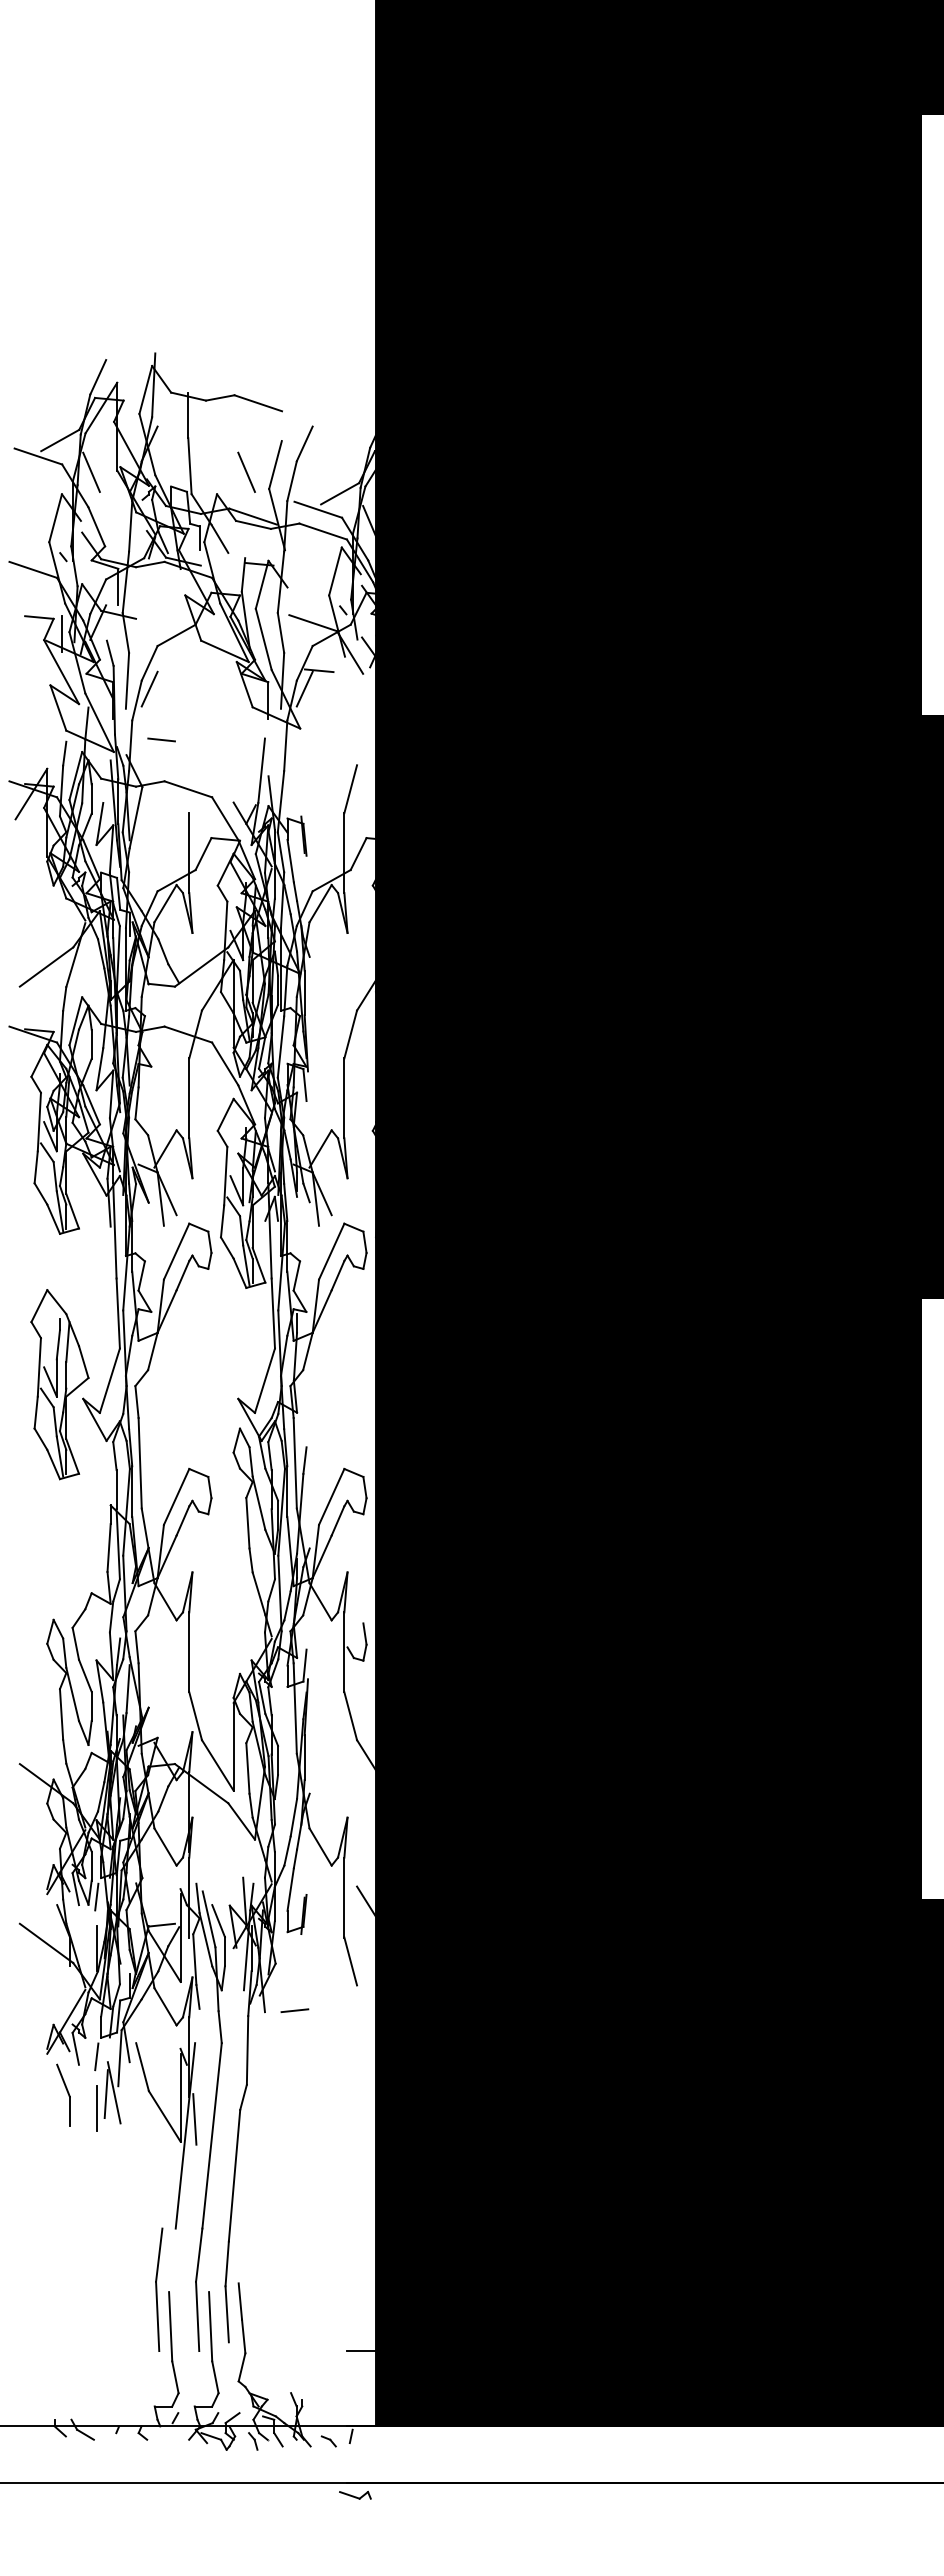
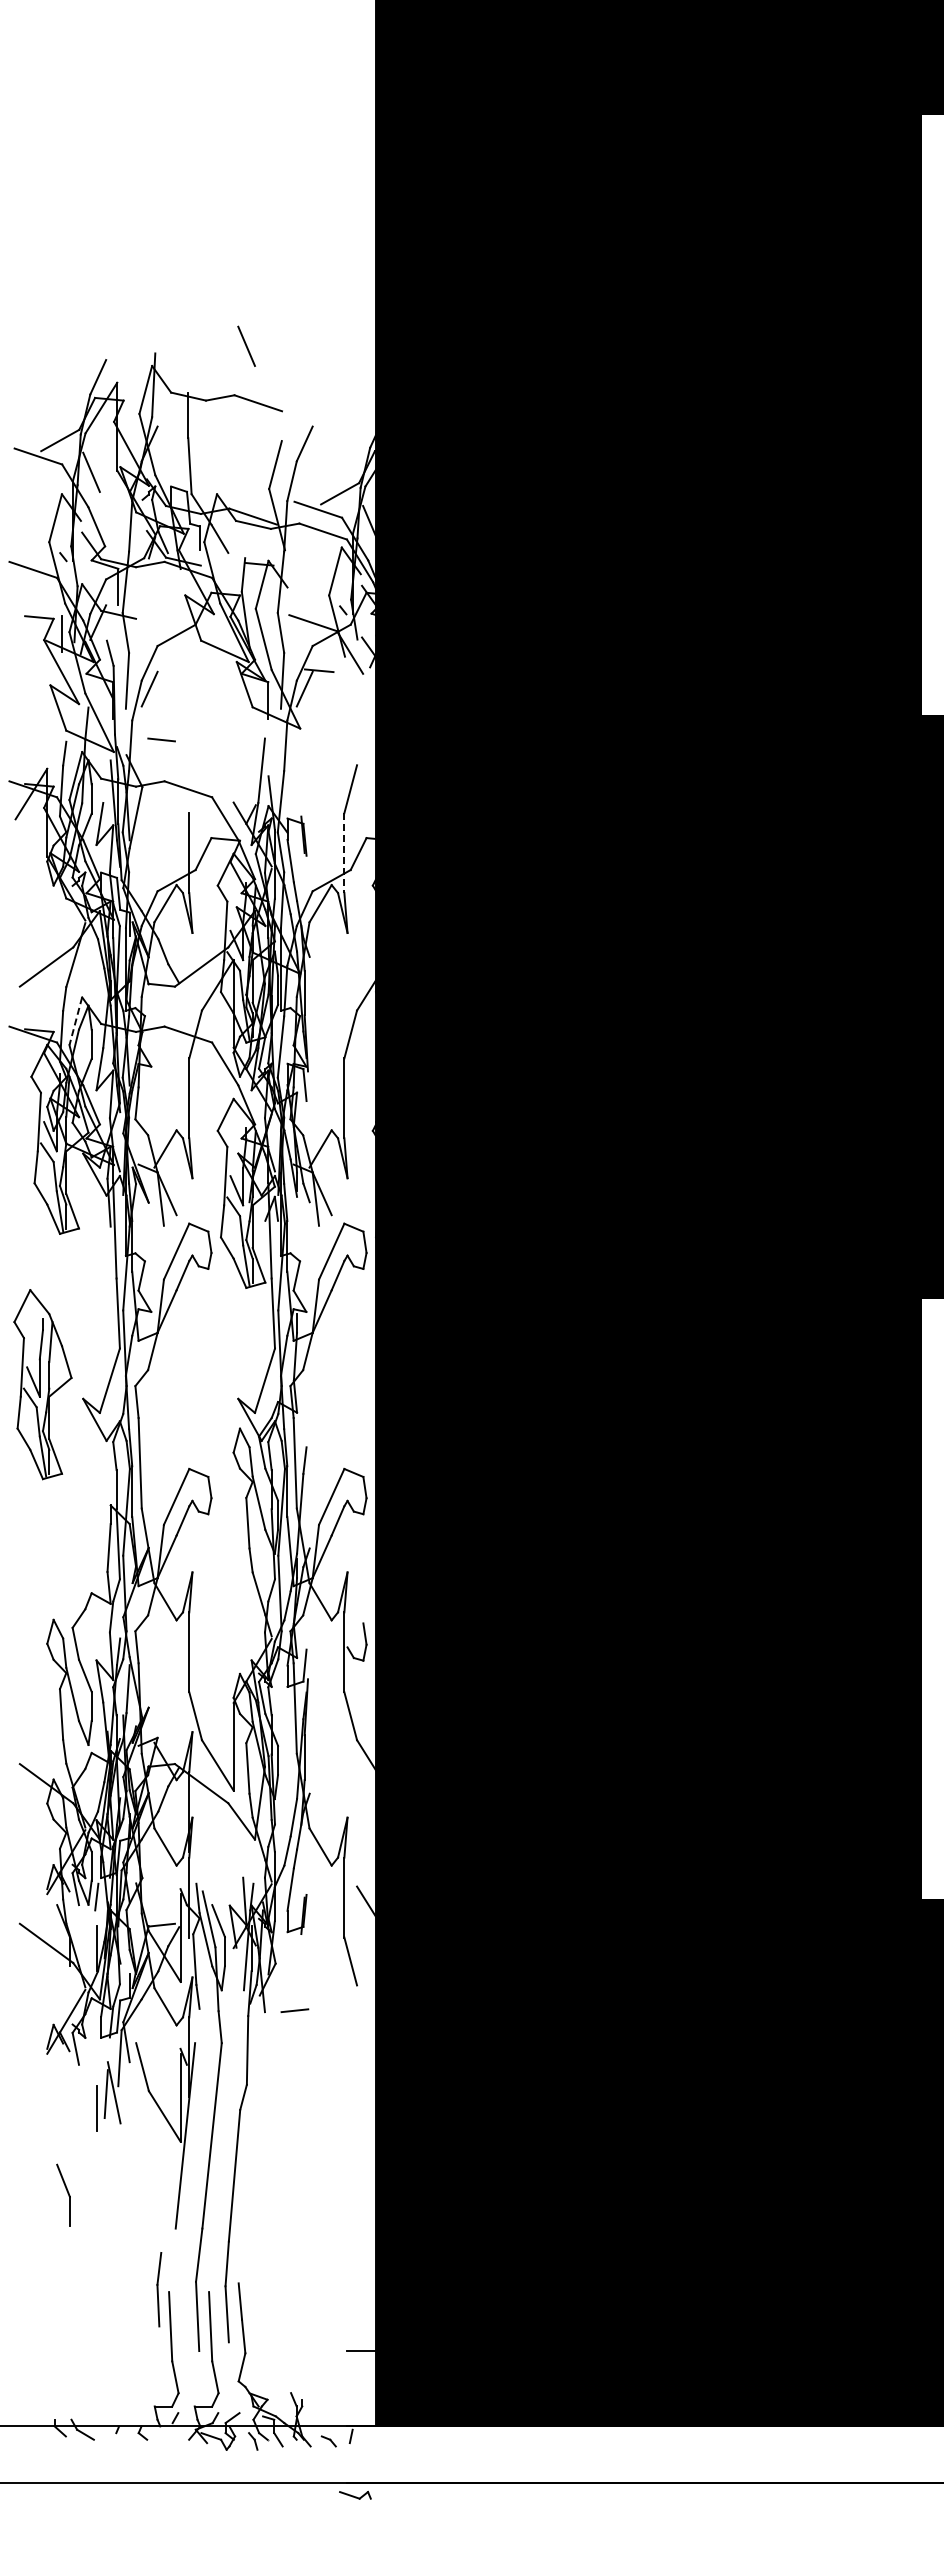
line at (246, 471) position: (246, 471) -> (246, 345)
line at (344, 853): solid -> dashed
line at (75, 1021): solid -> dashed
part at (59, 1384) position: (59, 1384) -> (42, 1384)
line at (96, 2056): present -> none
part at (63, 2094) position: (63, 2094) -> (63, 2194)
line at (194, 2119): present -> none
part at (159, 2289) size: 9x125 px -> 7x76 px
